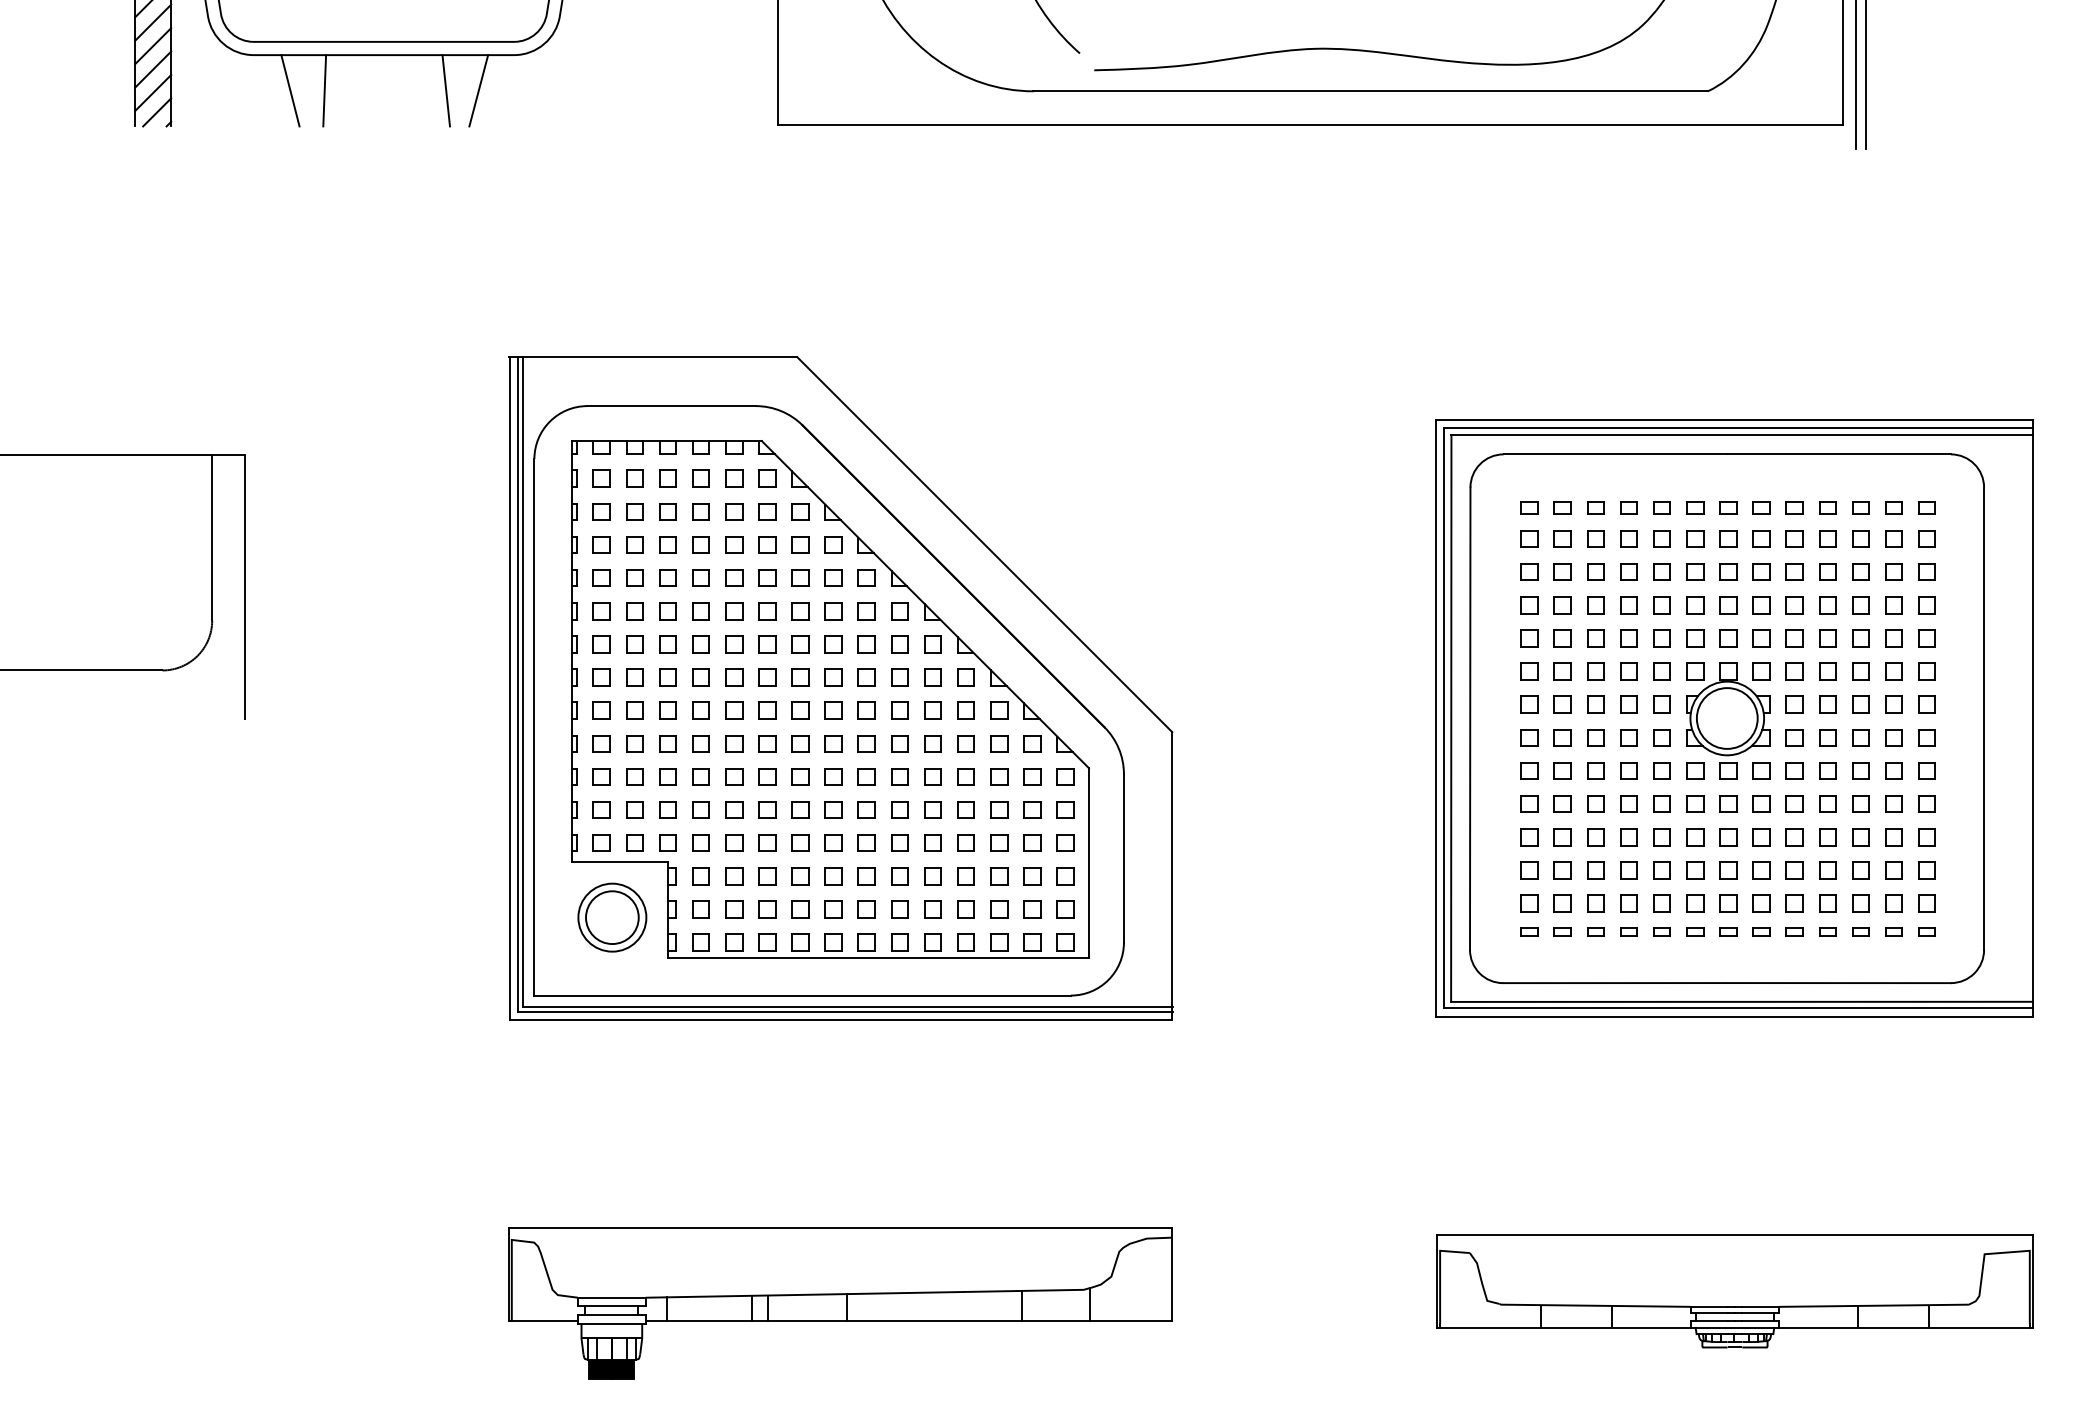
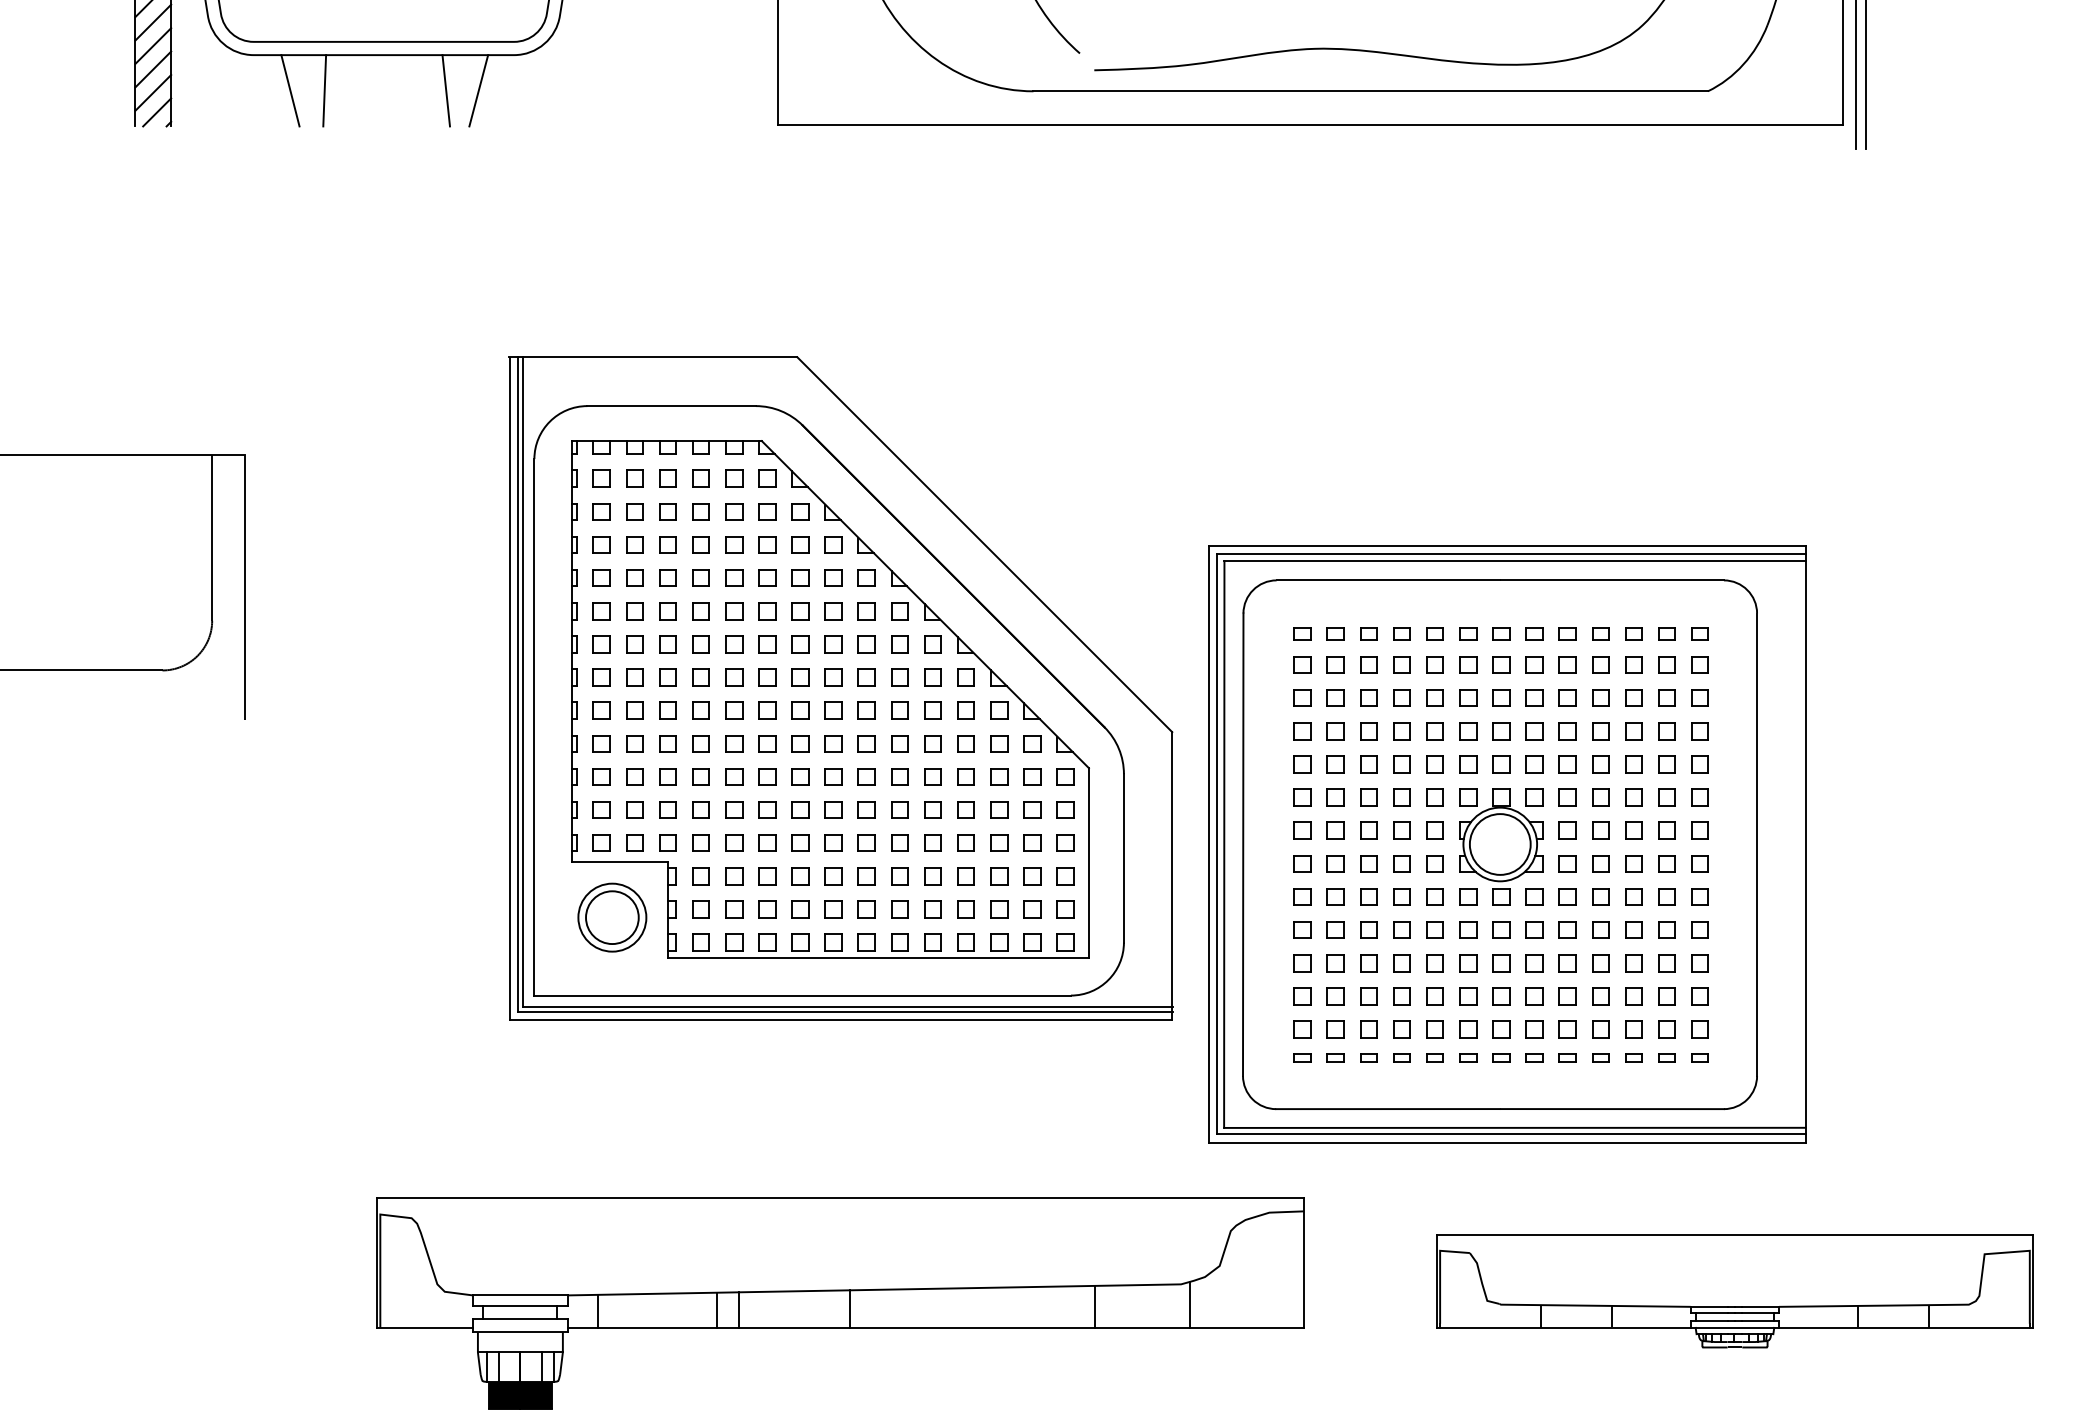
part at (1734, 718) position: (1734, 718) -> (1507, 844)
part at (840, 1303) size: 665x153 px -> 929x213 px
